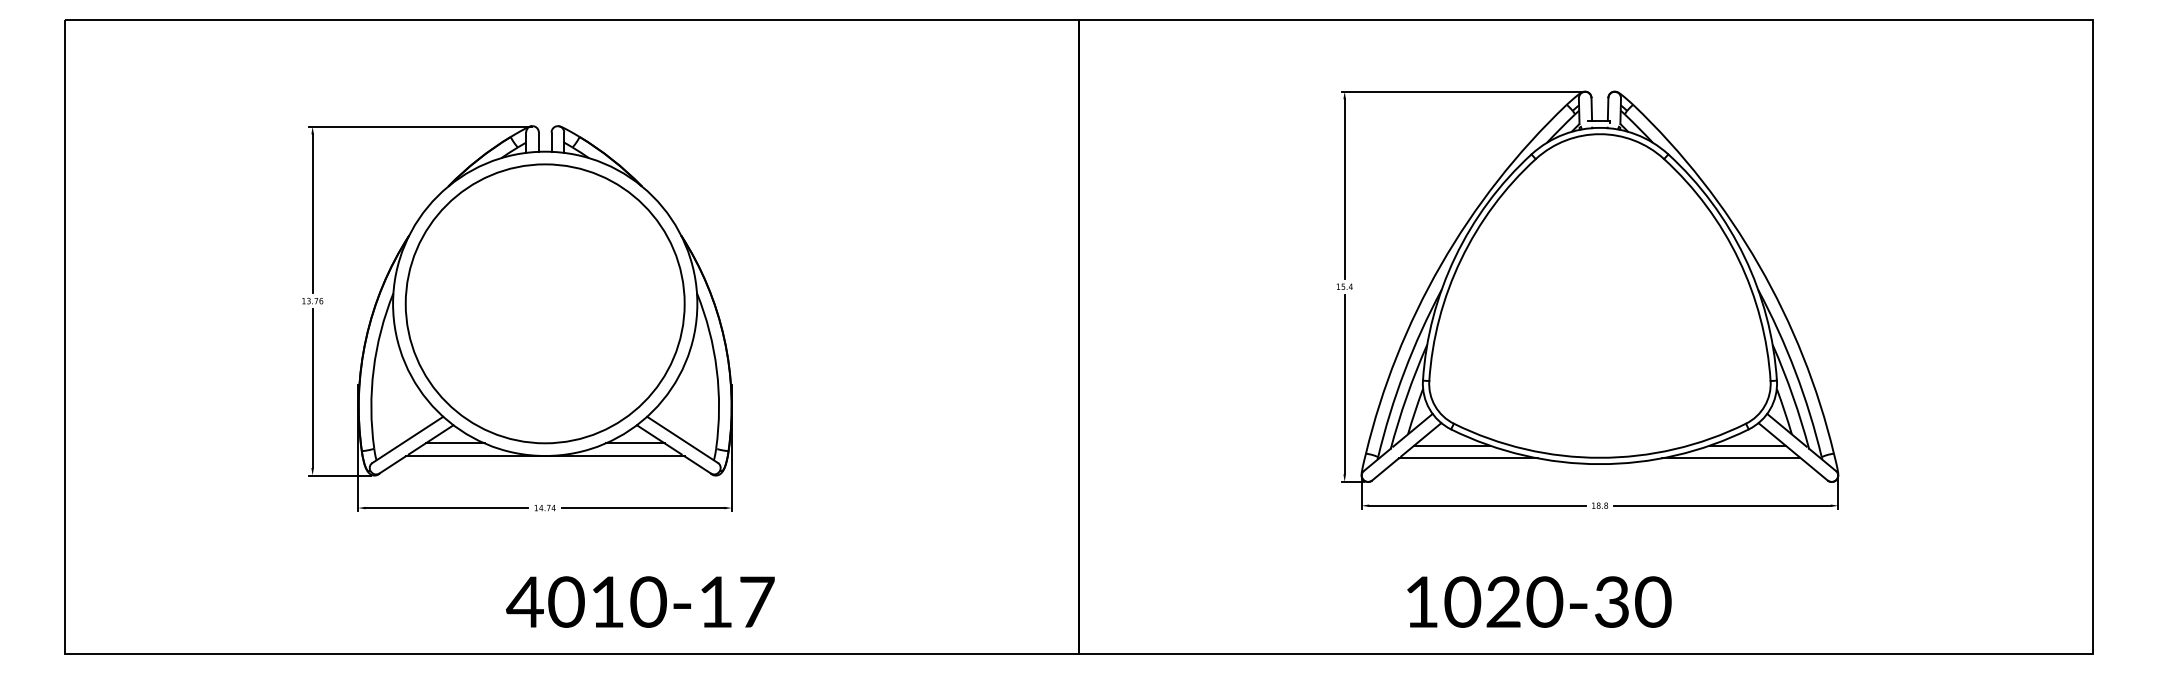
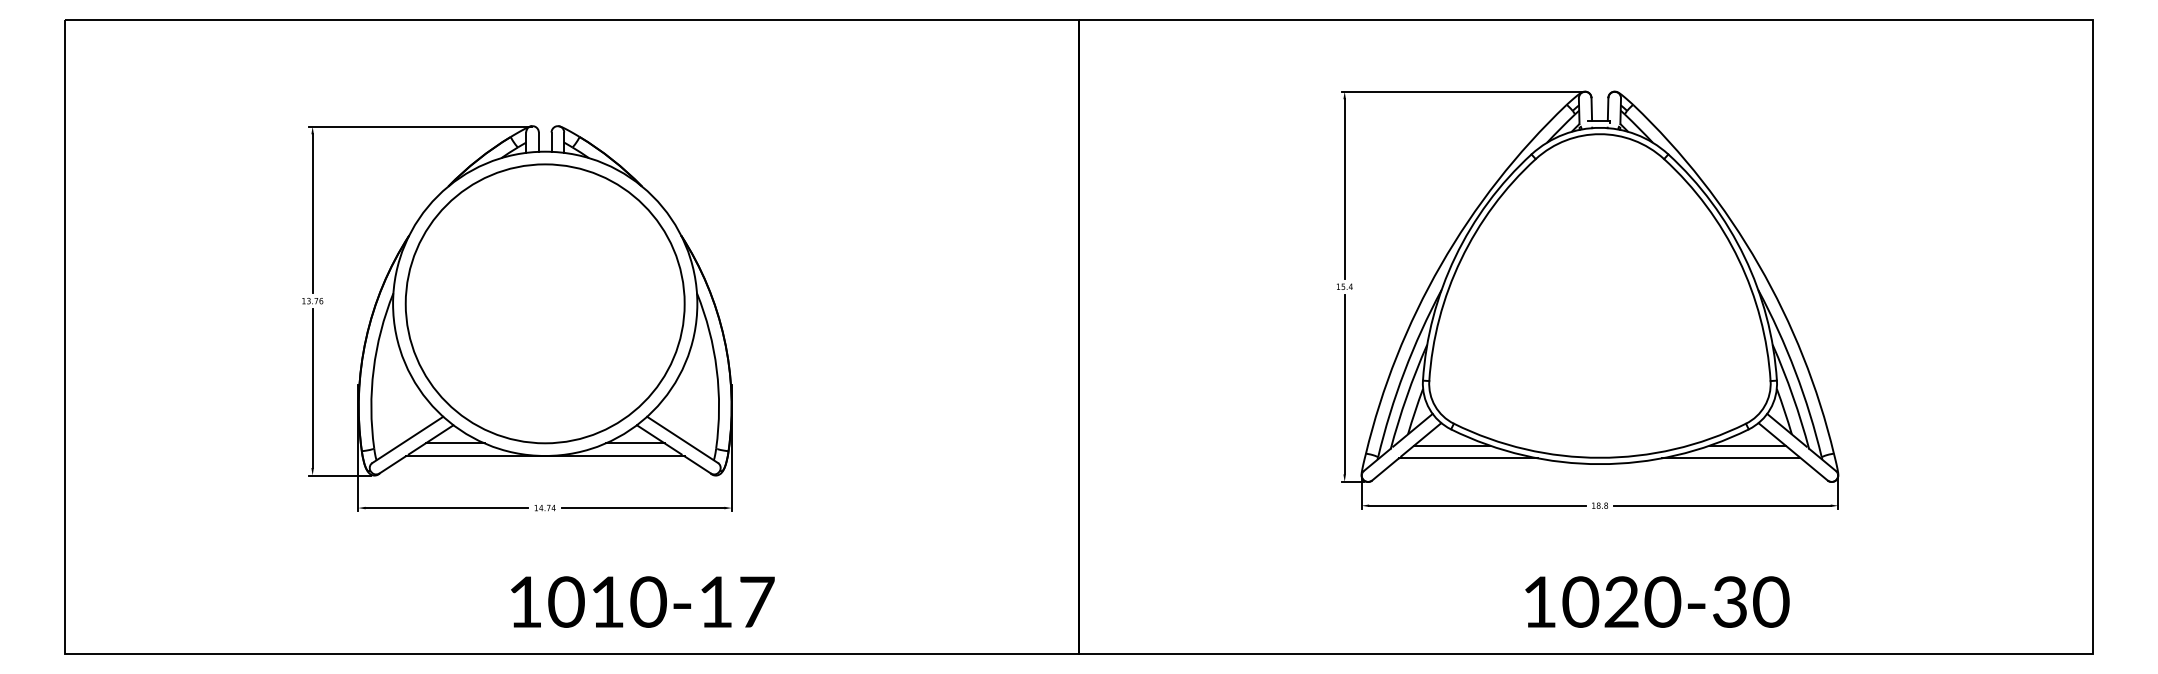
text at (524, 601): 4010-17 -> 1010-17
text at (1539, 601) position: (1539, 601) -> (1657, 601)
